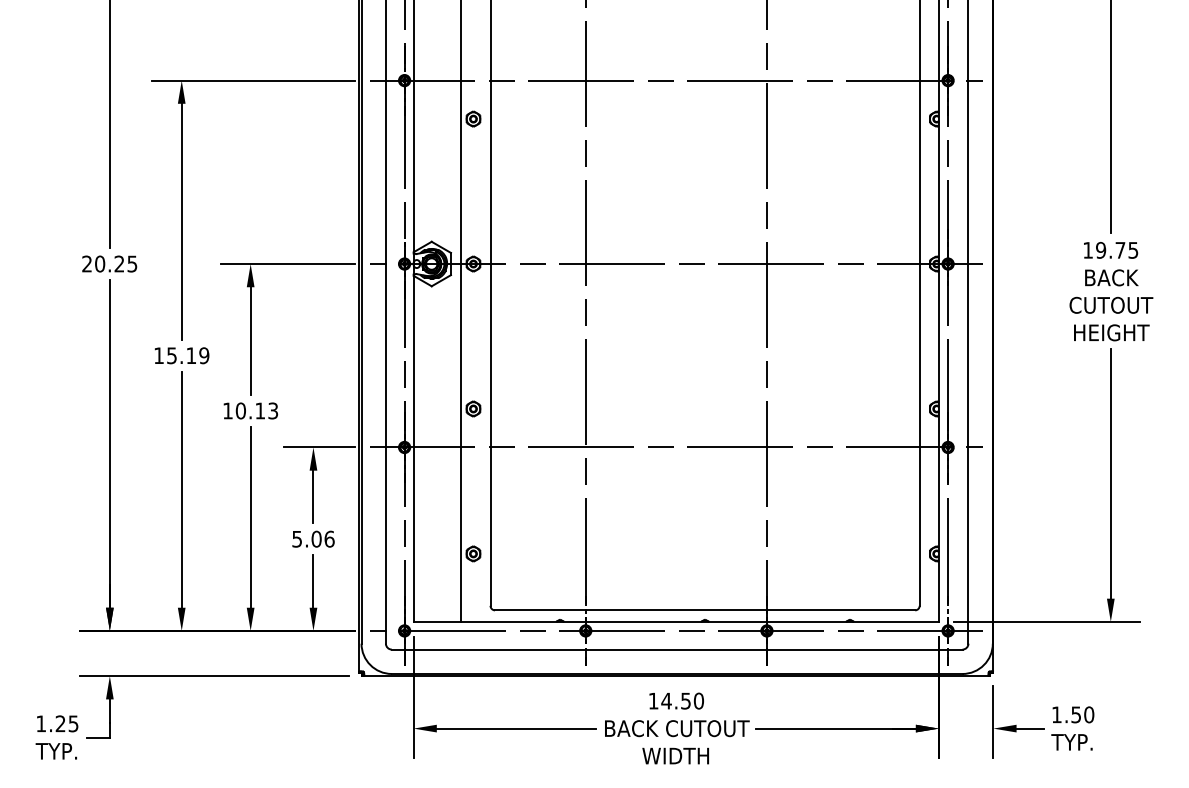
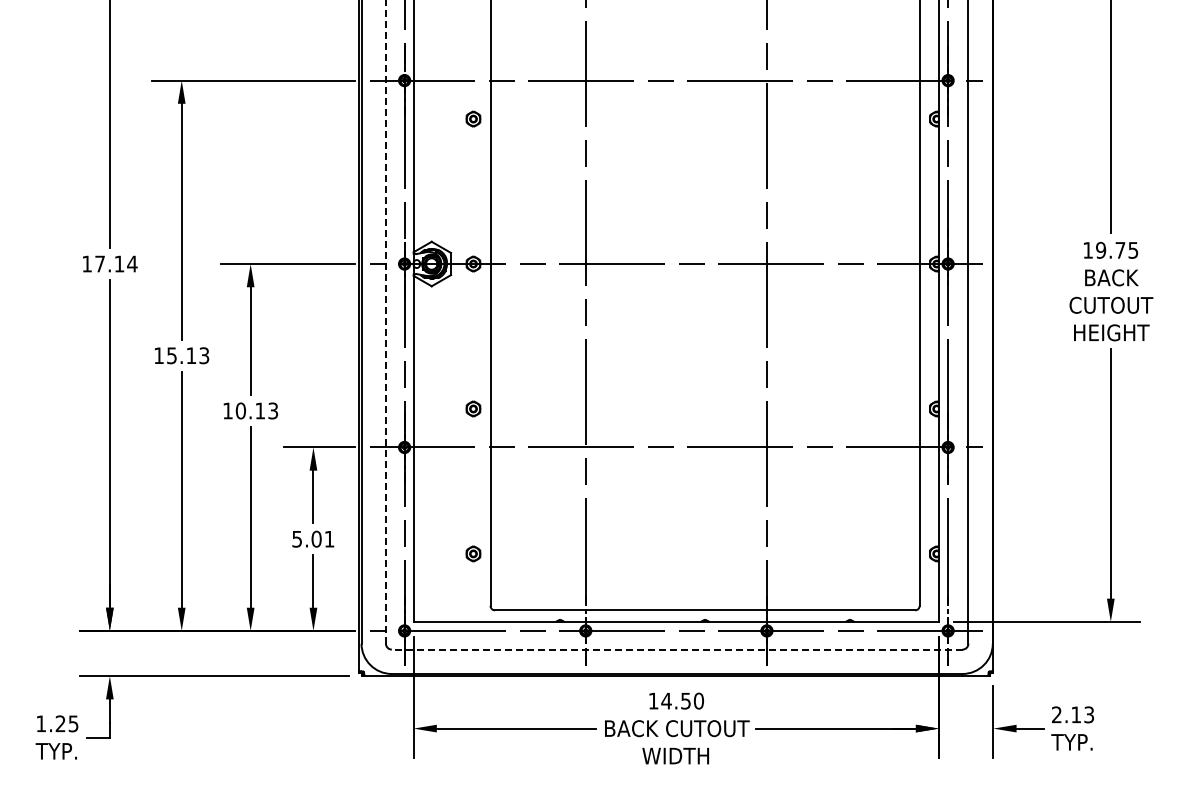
text at (109, 263): 20.25 -> 17.14
line at (461, 311): present -> none
line at (385, 321): solid -> dashed
text at (204, 355): 15.19 -> 15.13
text at (329, 538): 5.06 -> 5.01
line at (676, 649): solid -> dashed
text at (1073, 714): 1.50 -> 2.13
